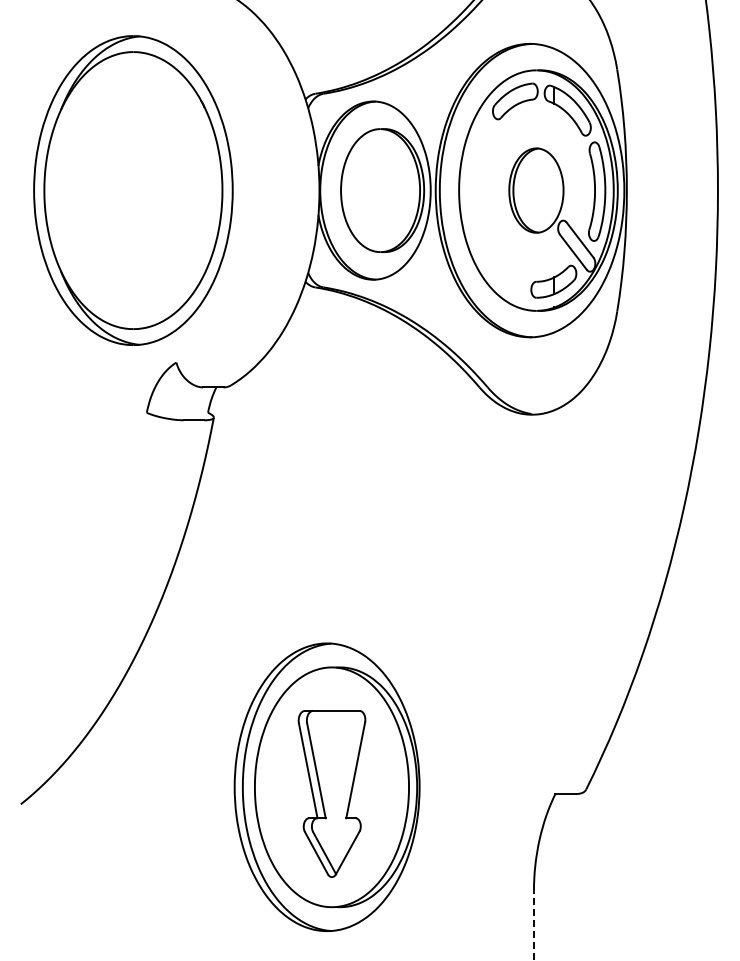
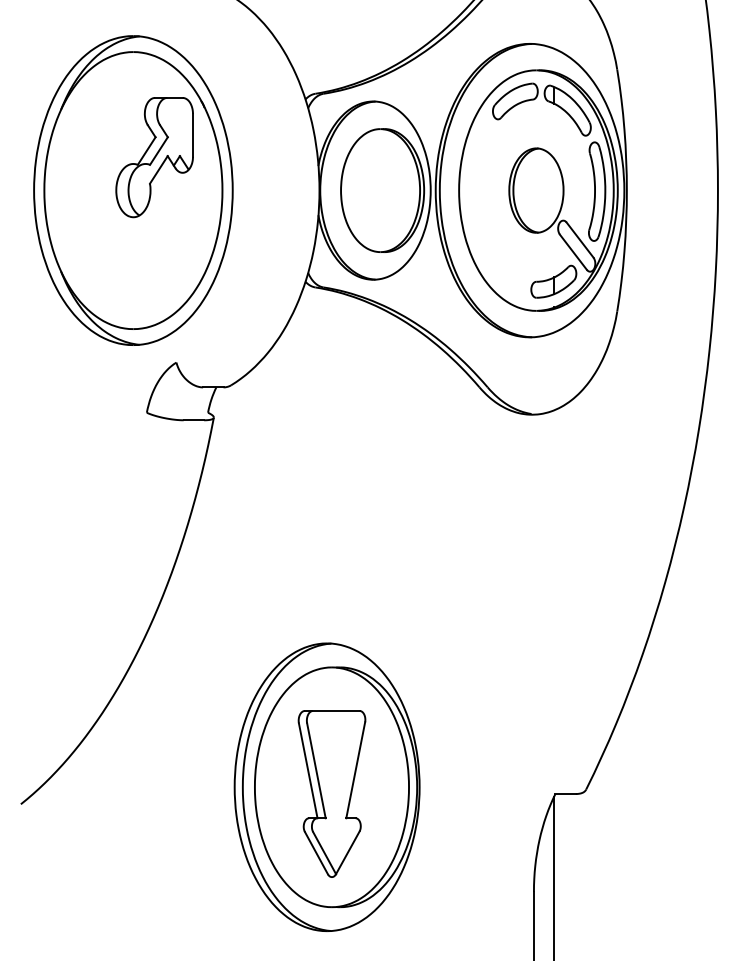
part at (154, 157): none -> present
line at (554, 876): none -> present
line at (533, 925): dashed -> solid
